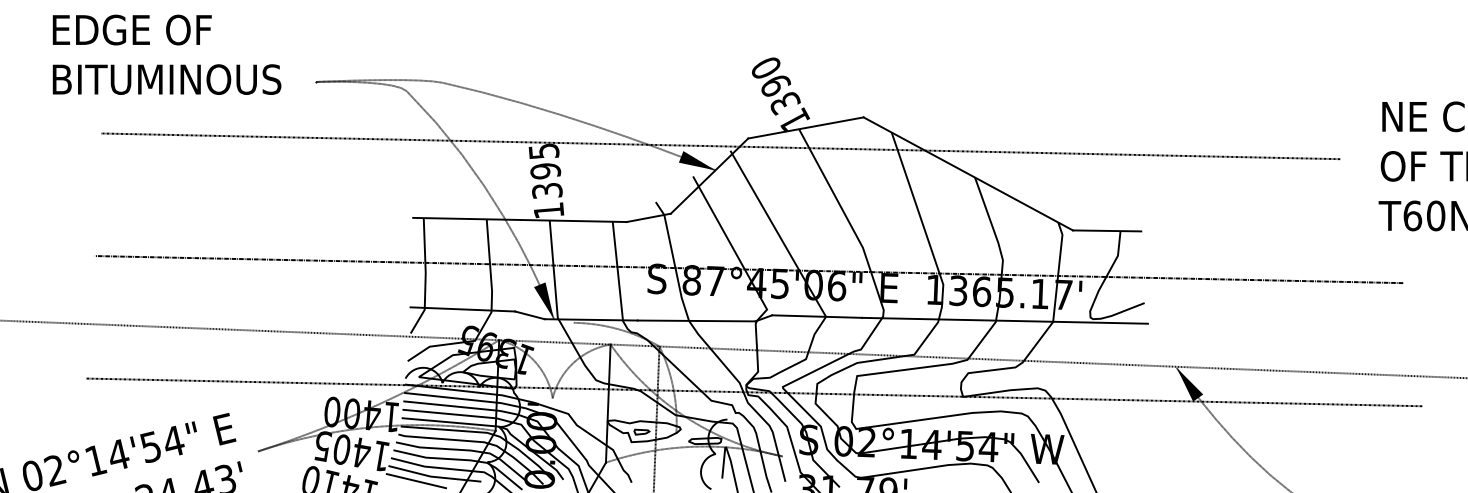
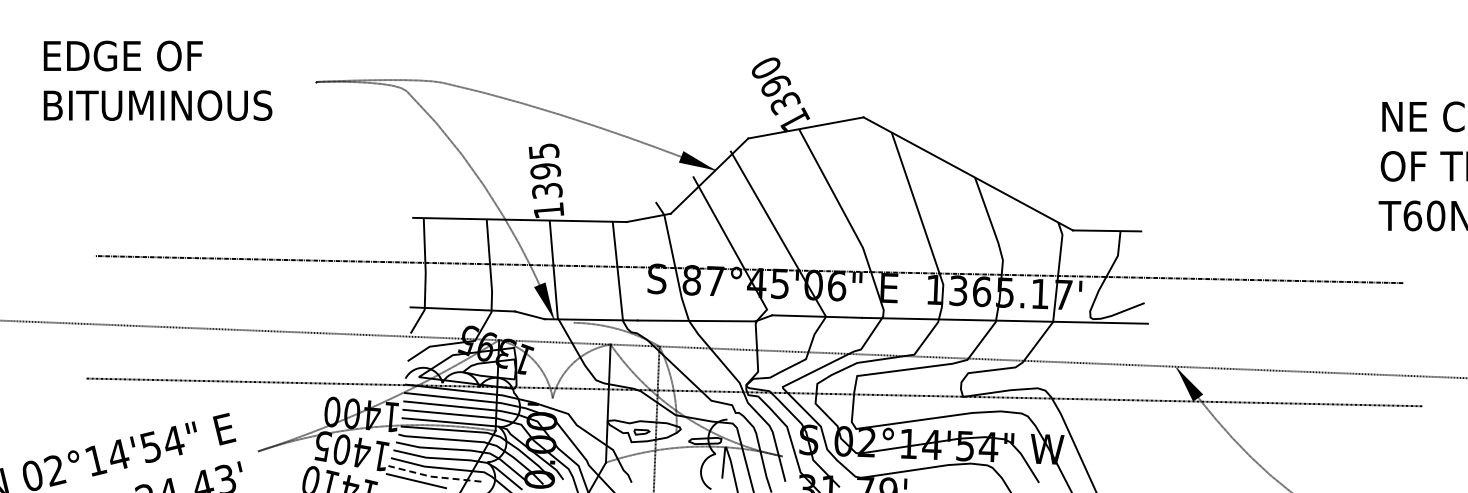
text at (166, 54) position: (166, 54) -> (157, 80)
line at (720, 146): present -> none
line at (433, 476): solid -> dashed
